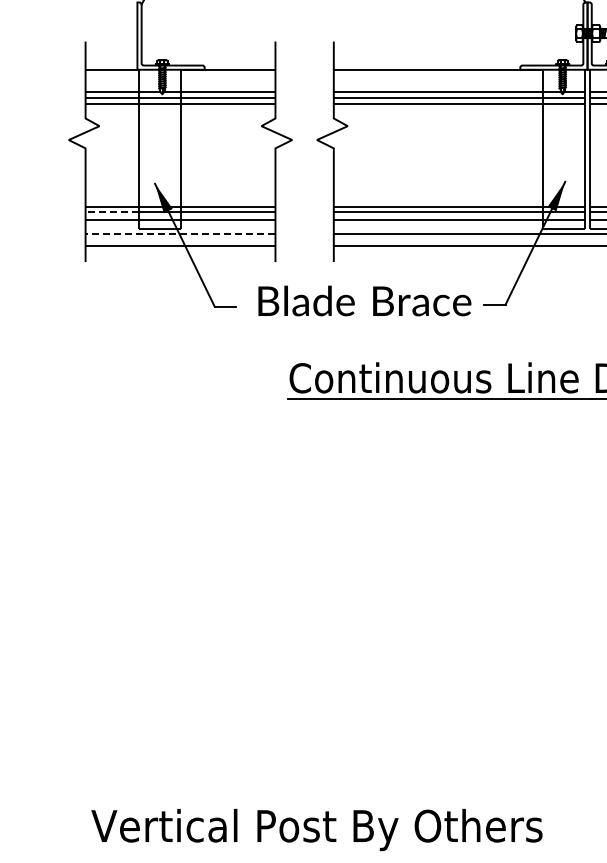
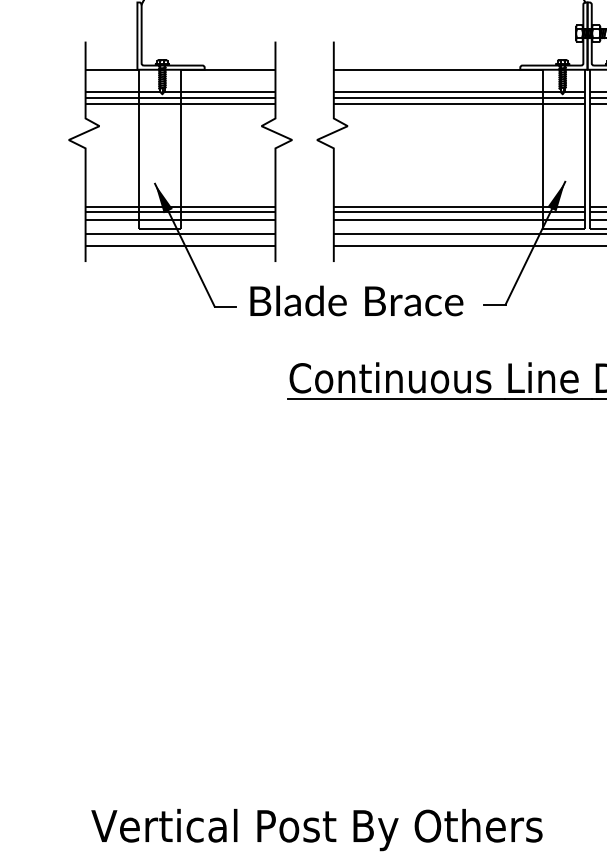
line at (112, 212): dashed -> solid
line at (180, 233): dashed -> solid
text at (364, 300) position: (364, 300) -> (356, 300)
